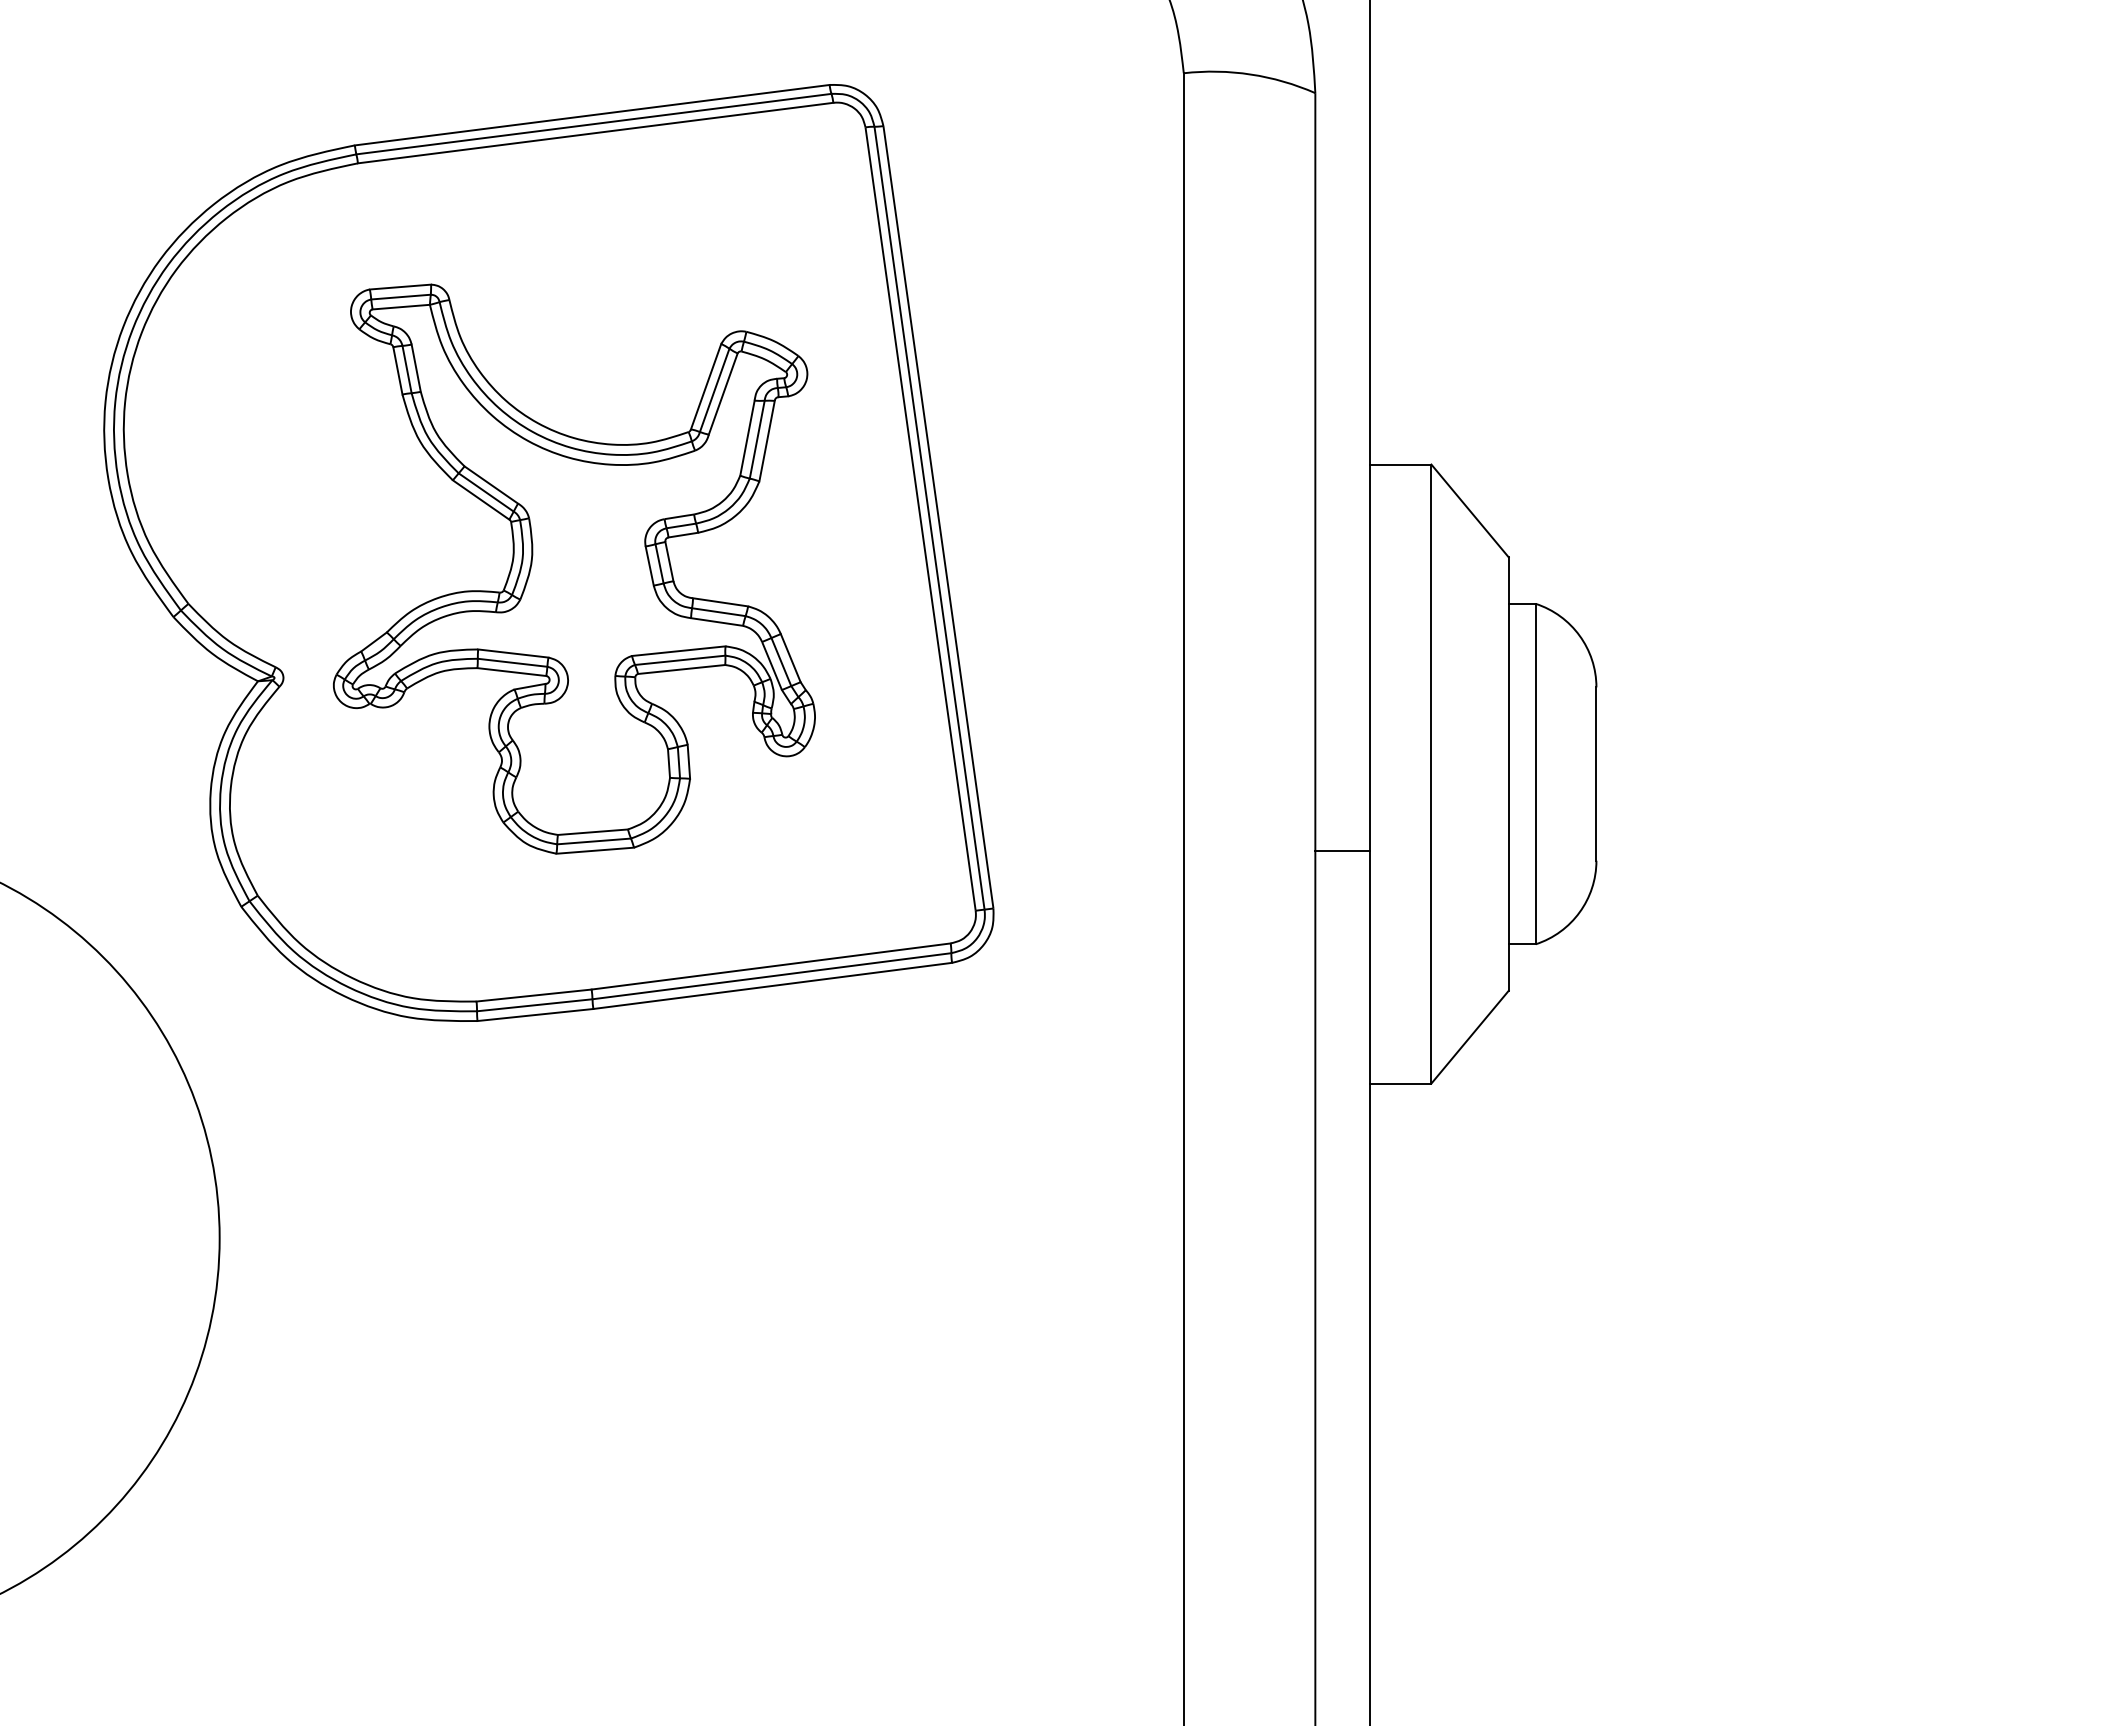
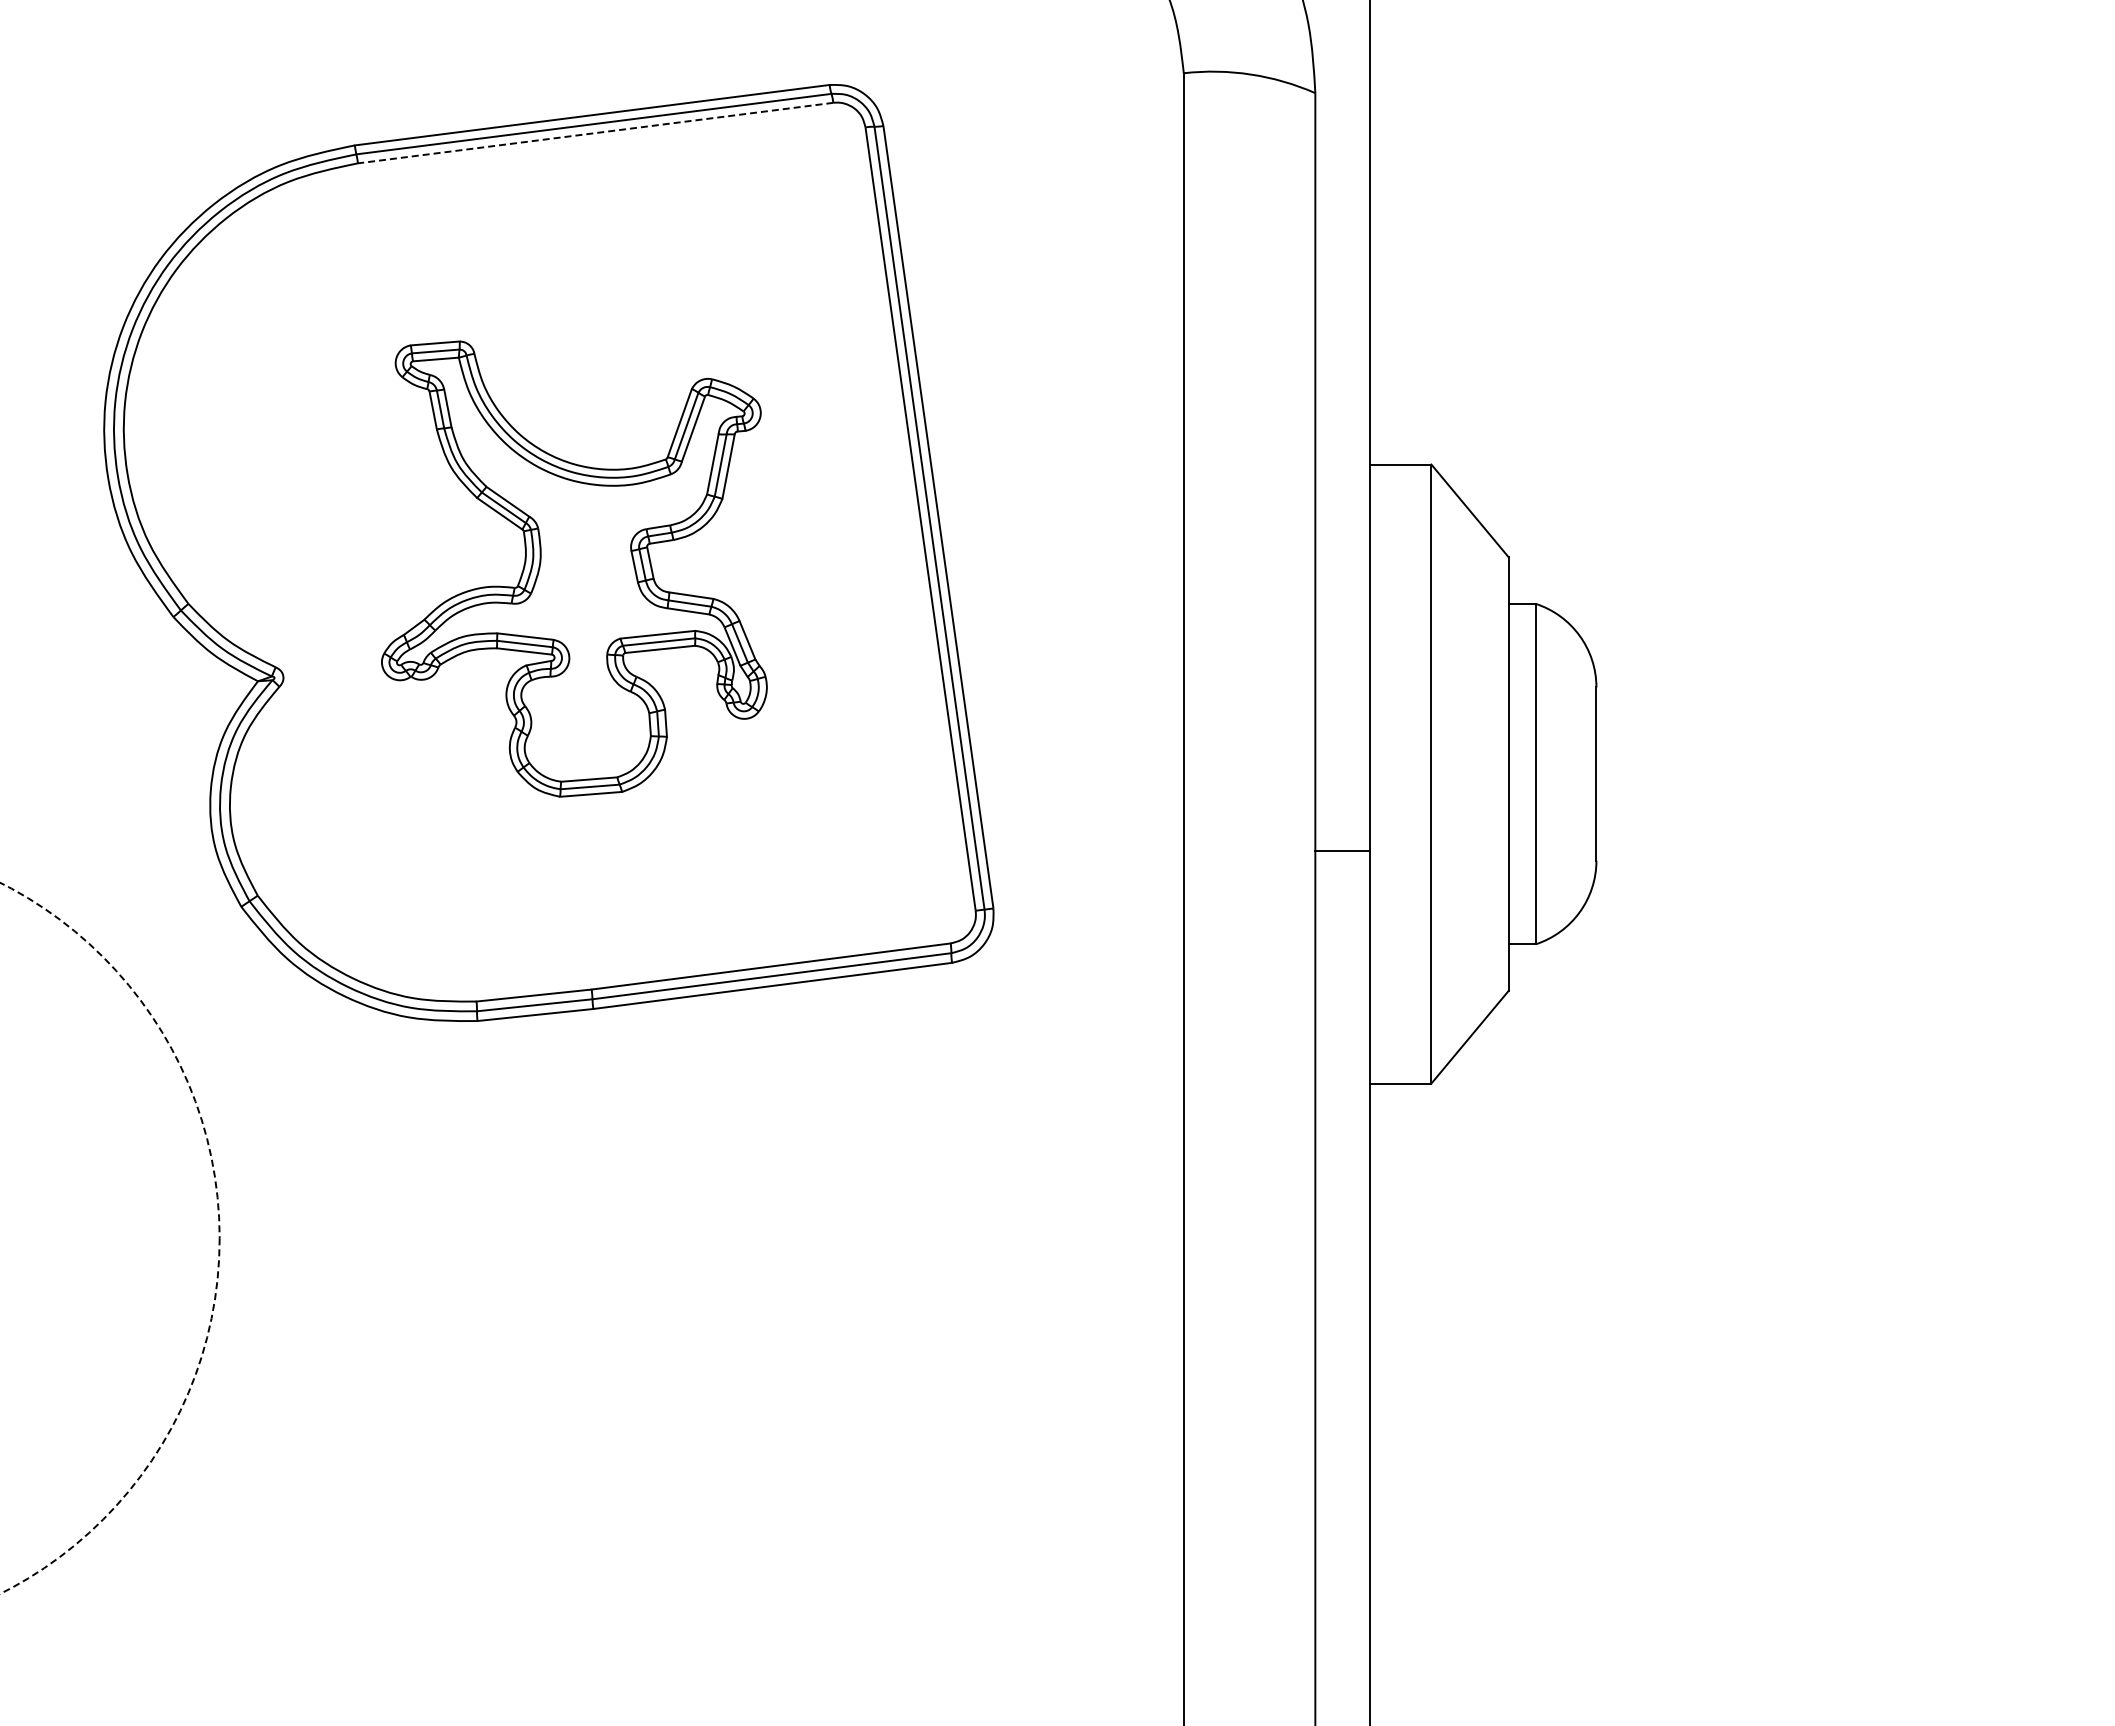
line at (595, 133): solid -> dashed
part at (574, 568) size: 483x572 px -> 387x458 px
circle at (109, 1237): solid -> dashed
